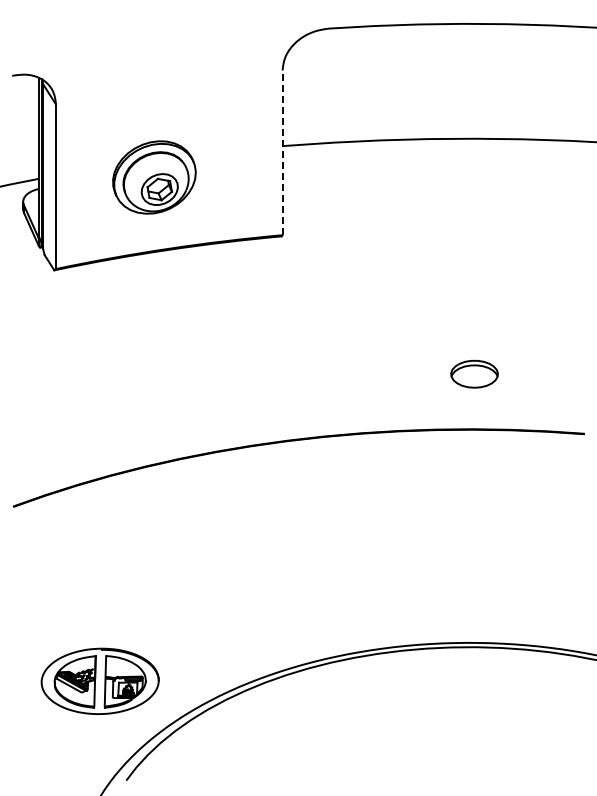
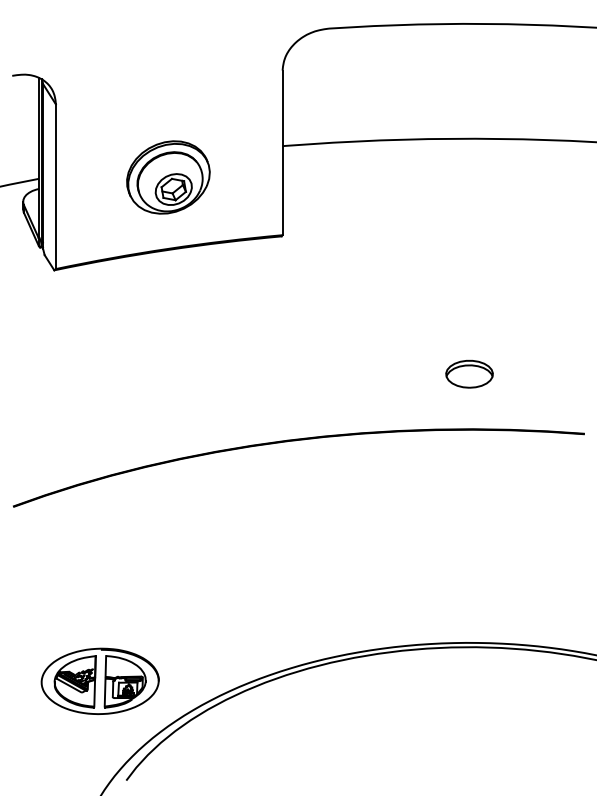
line at (282, 152): dashed -> solid
part at (154, 177) position: (154, 177) -> (168, 177)
part at (474, 374) position: (474, 374) -> (469, 374)
